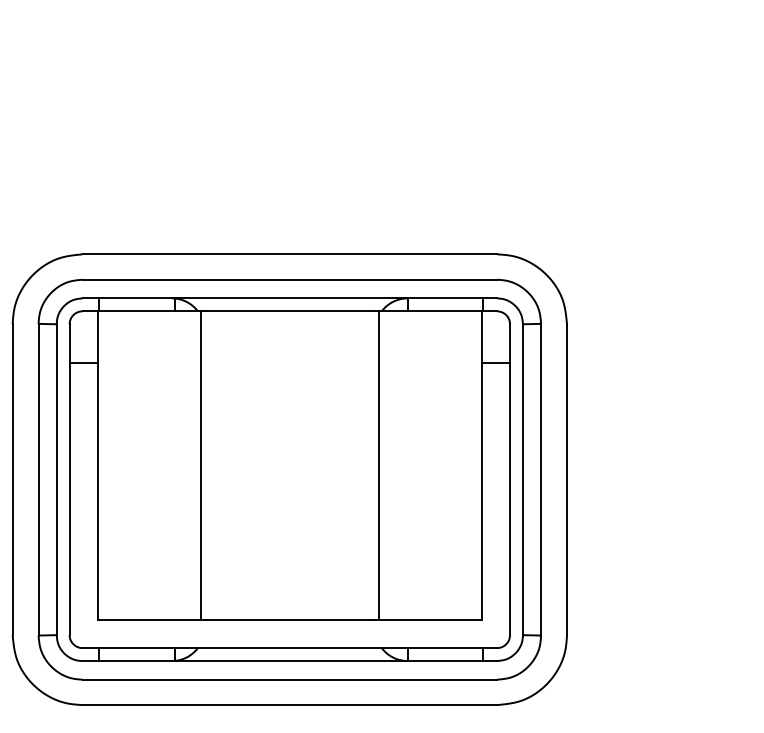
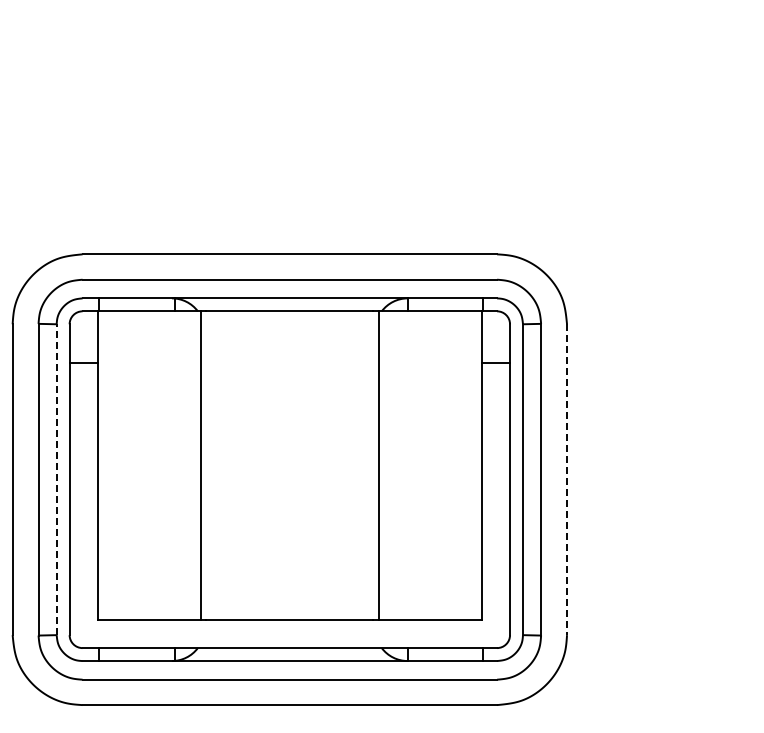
line at (56, 479): solid -> dashed
line at (567, 480): solid -> dashed
